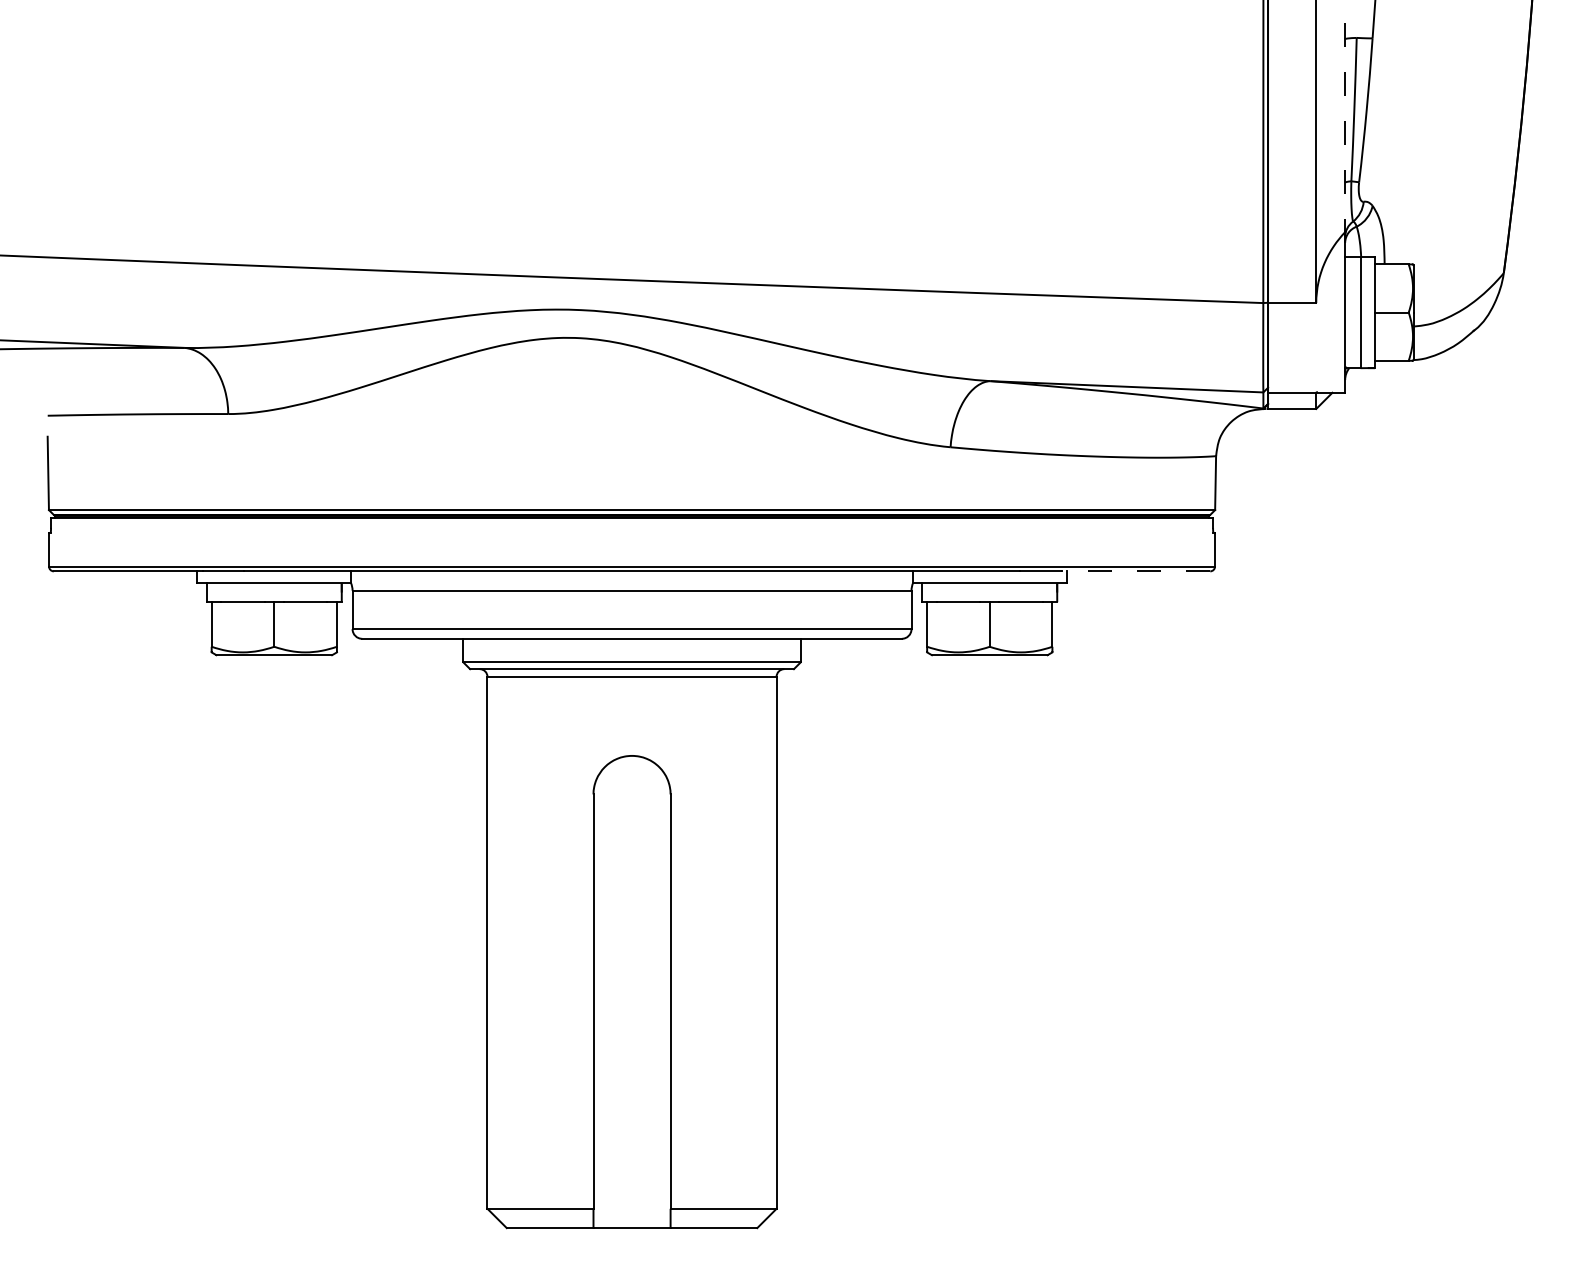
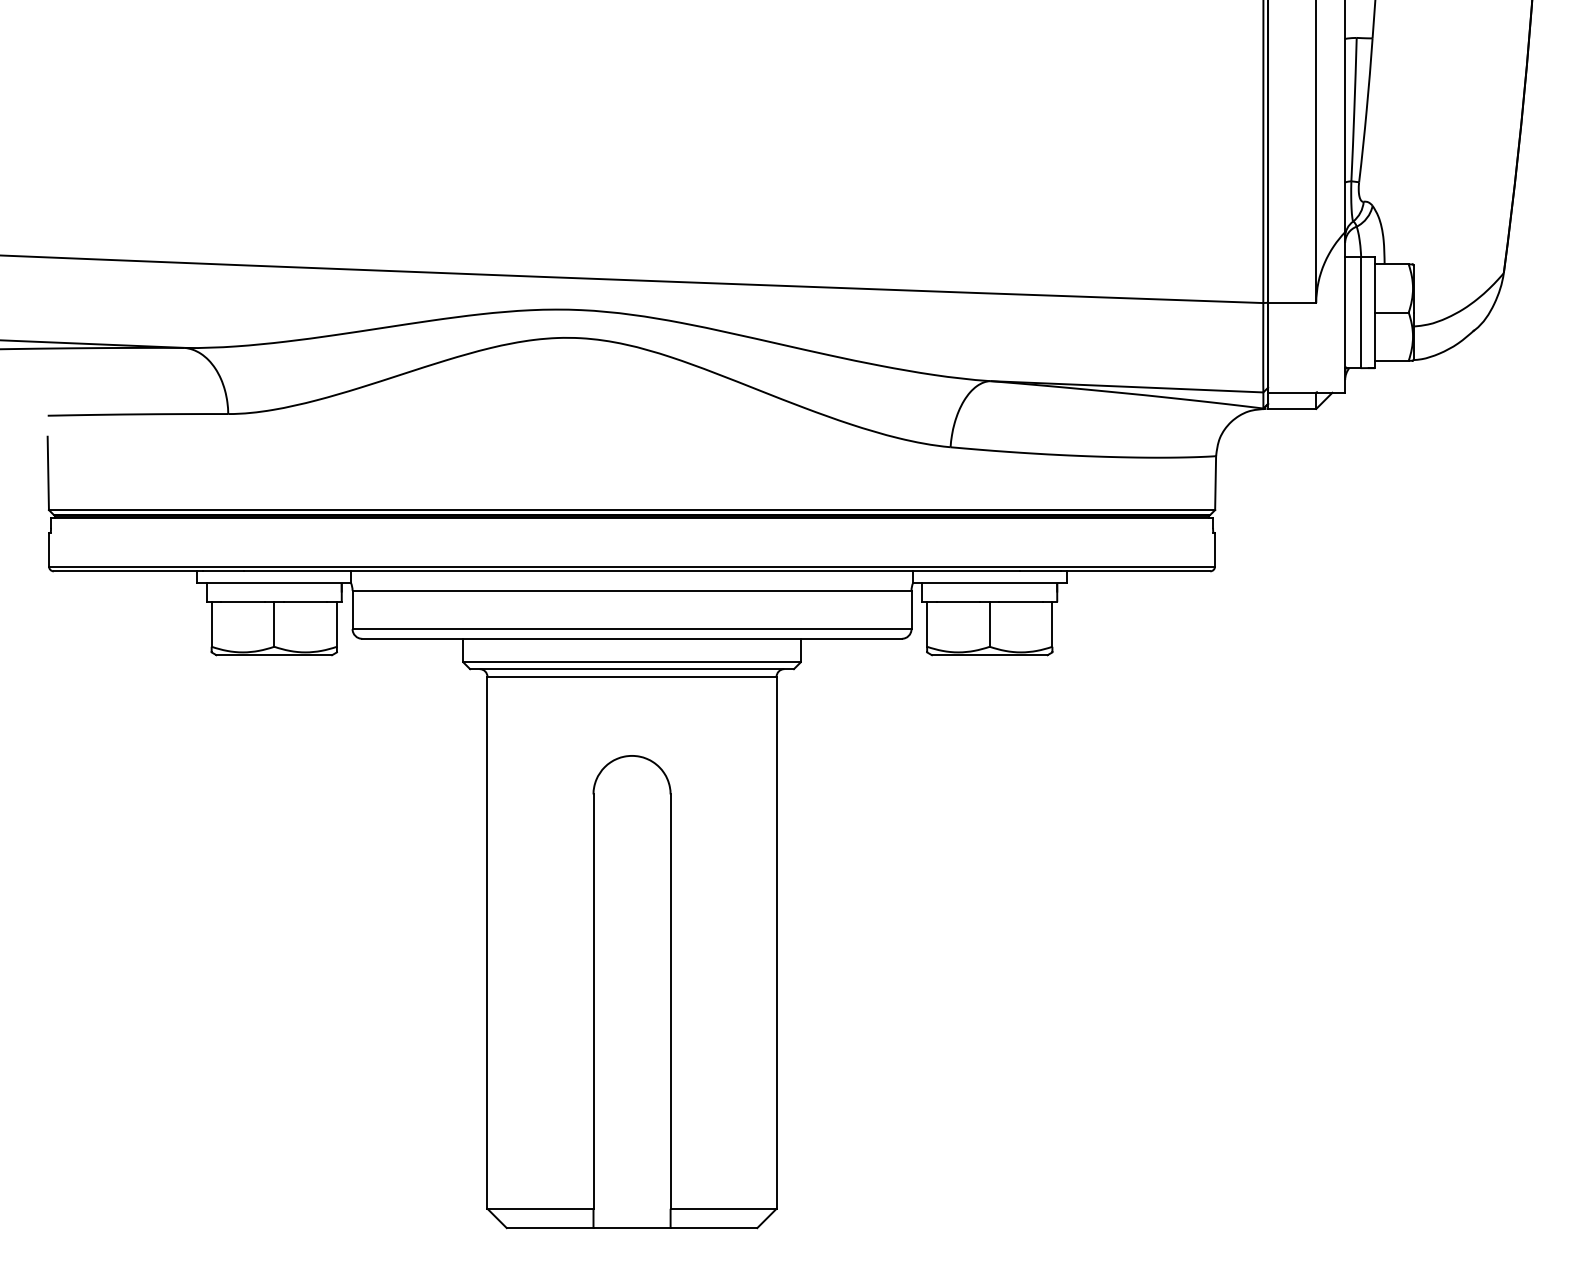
line at (1345, 116): dashed -> solid
line at (1135, 571): dashed -> solid
